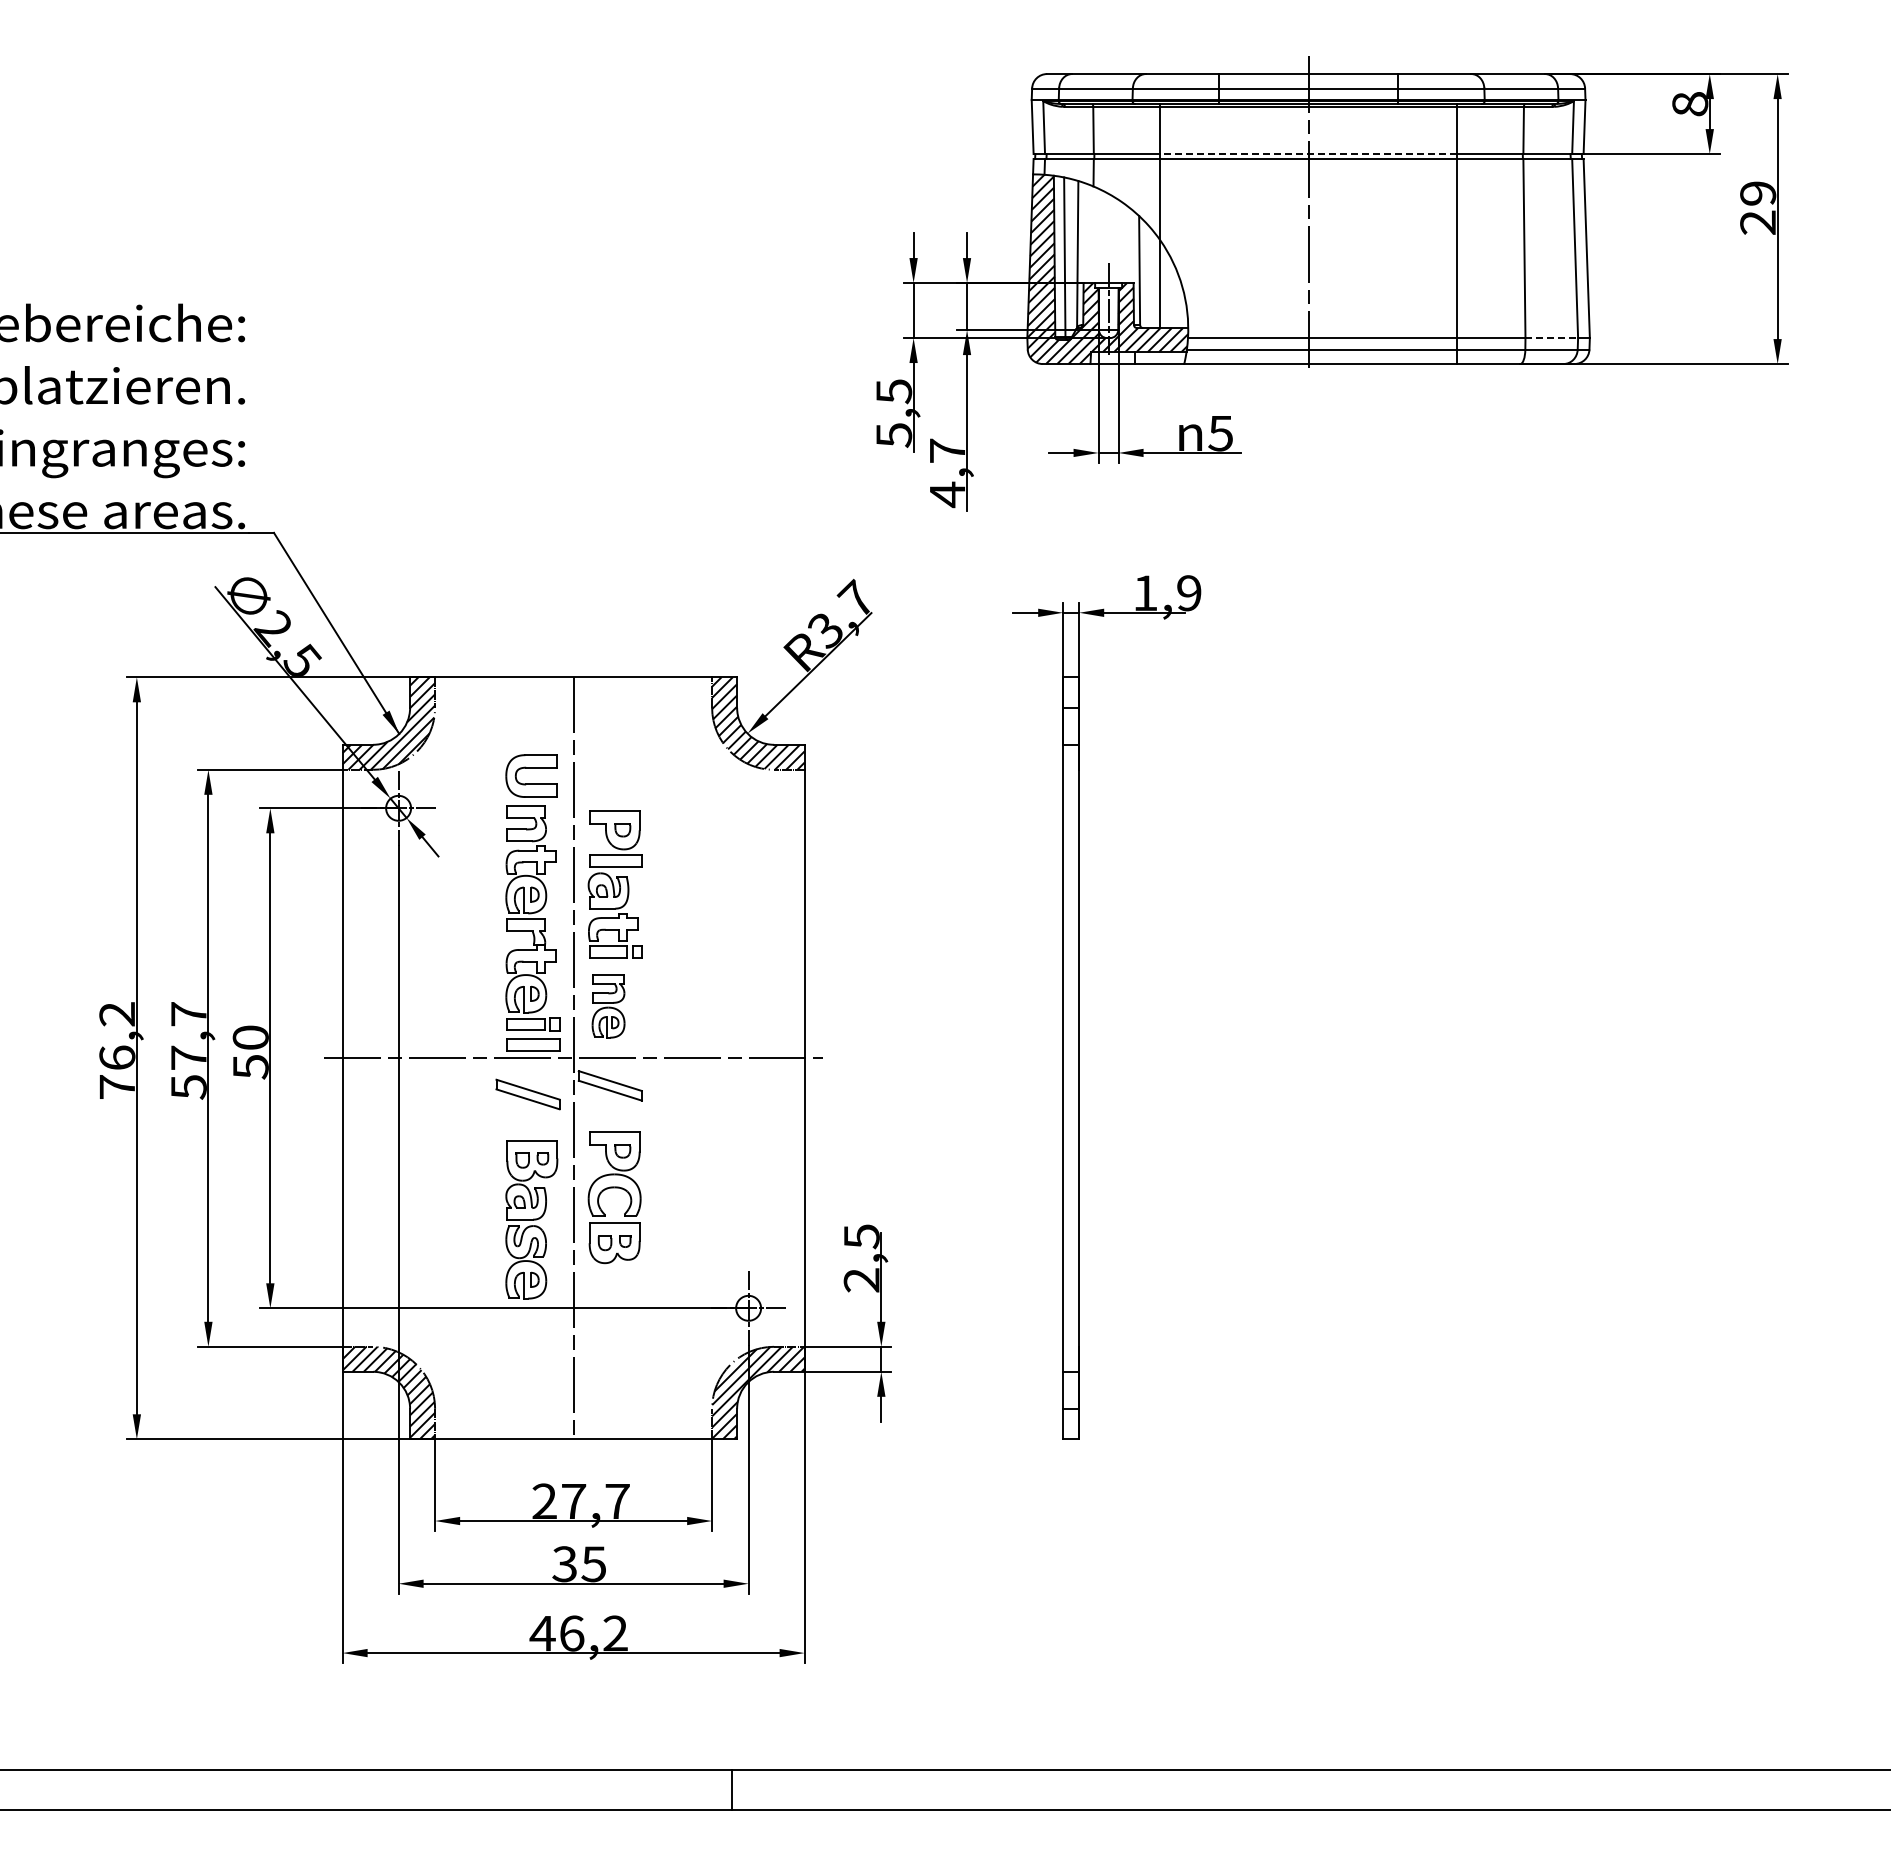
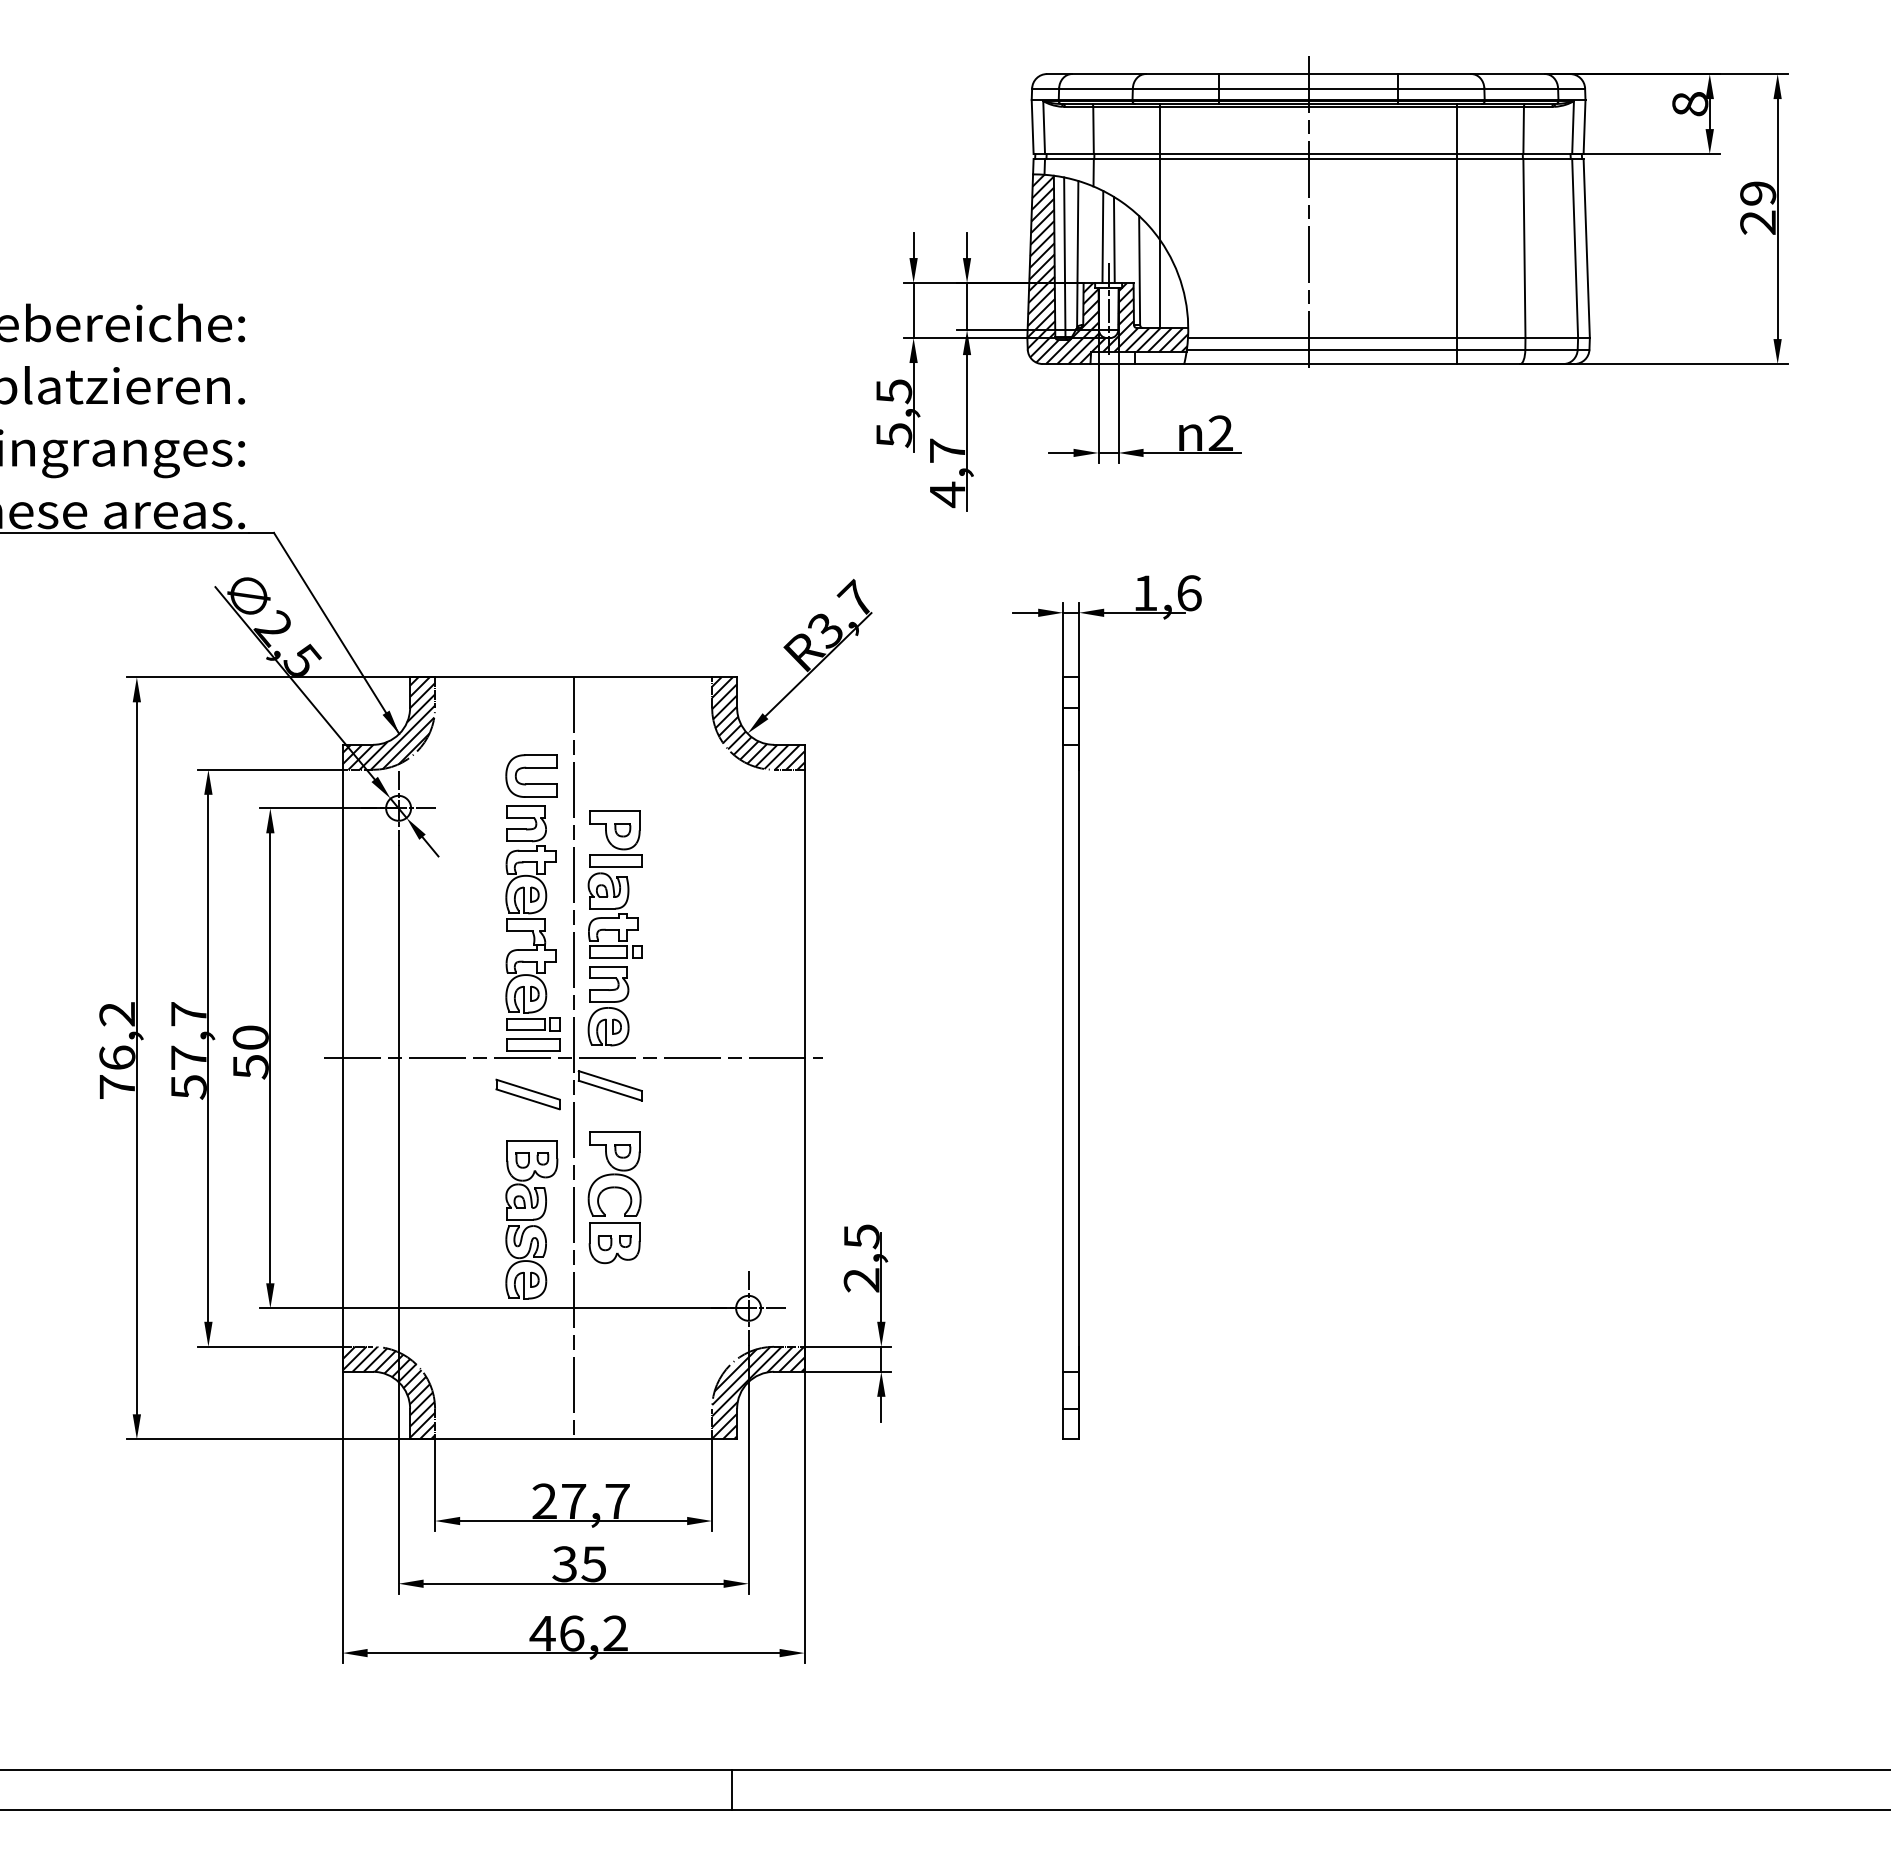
line at (1308, 154): dashed -> solid
line at (1102, 237): none -> present
line at (1113, 239): none -> present
line at (1552, 338): dashed -> solid
text at (1220, 433): 5 -> 2
text at (1189, 593): 1,9 -> 1,6
part at (608, 1006) size: 35x65 px -> 43x81 px
